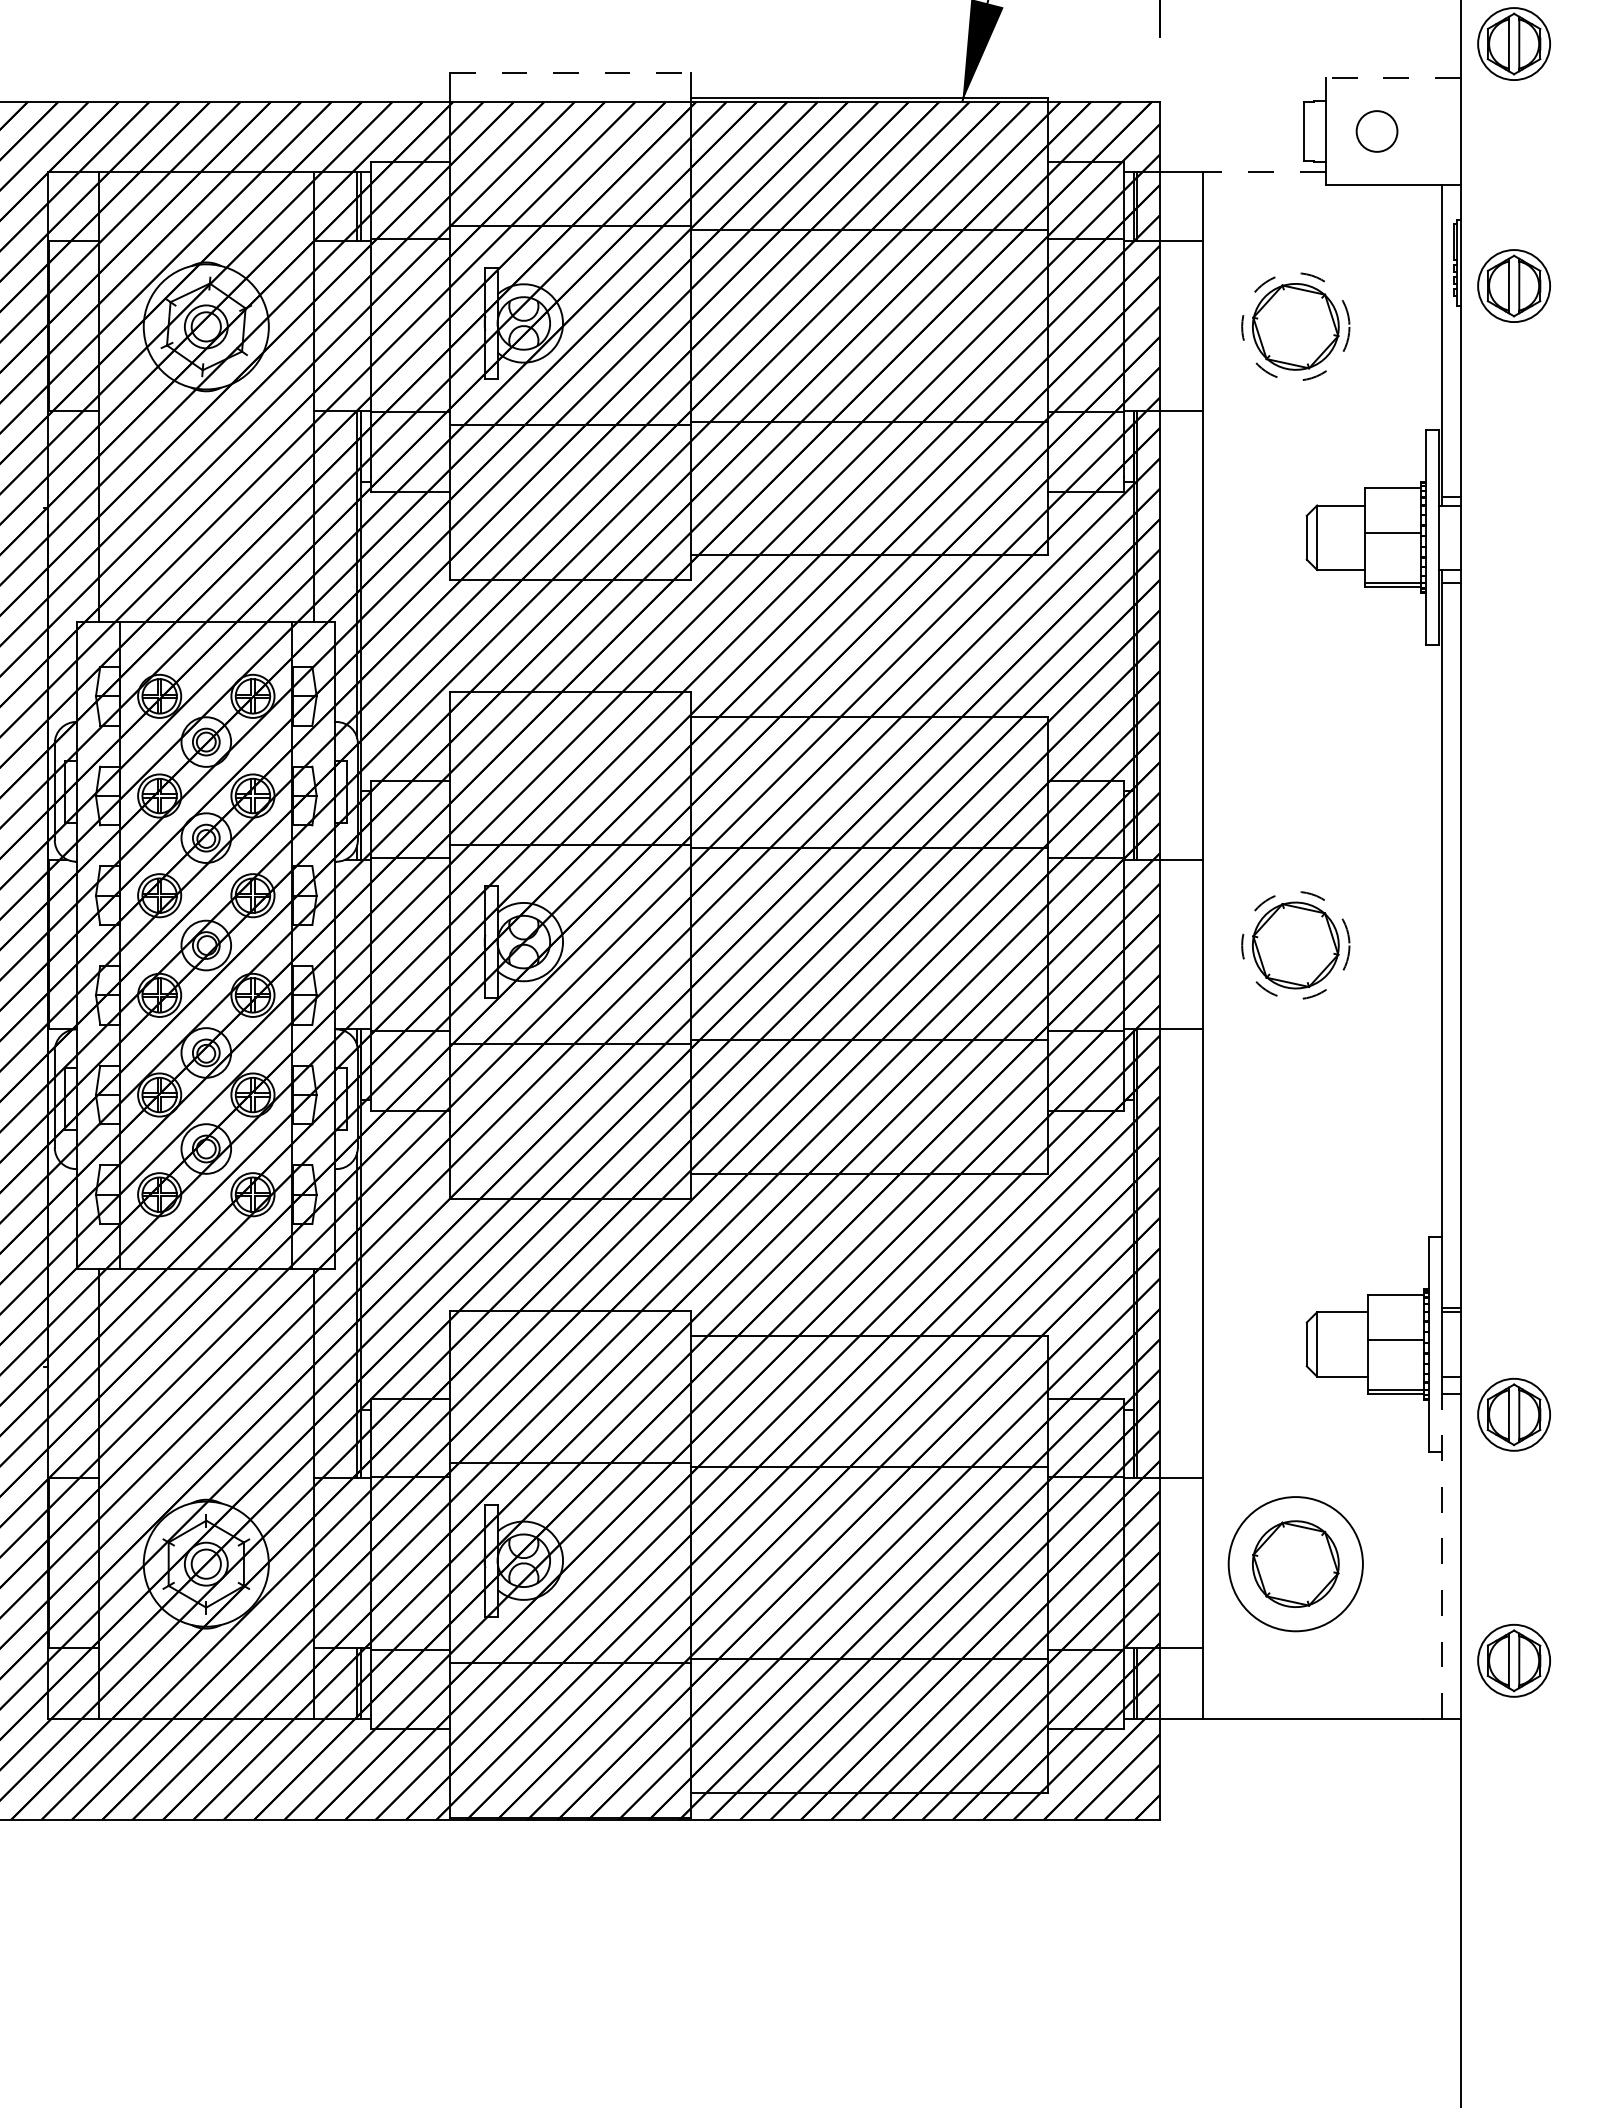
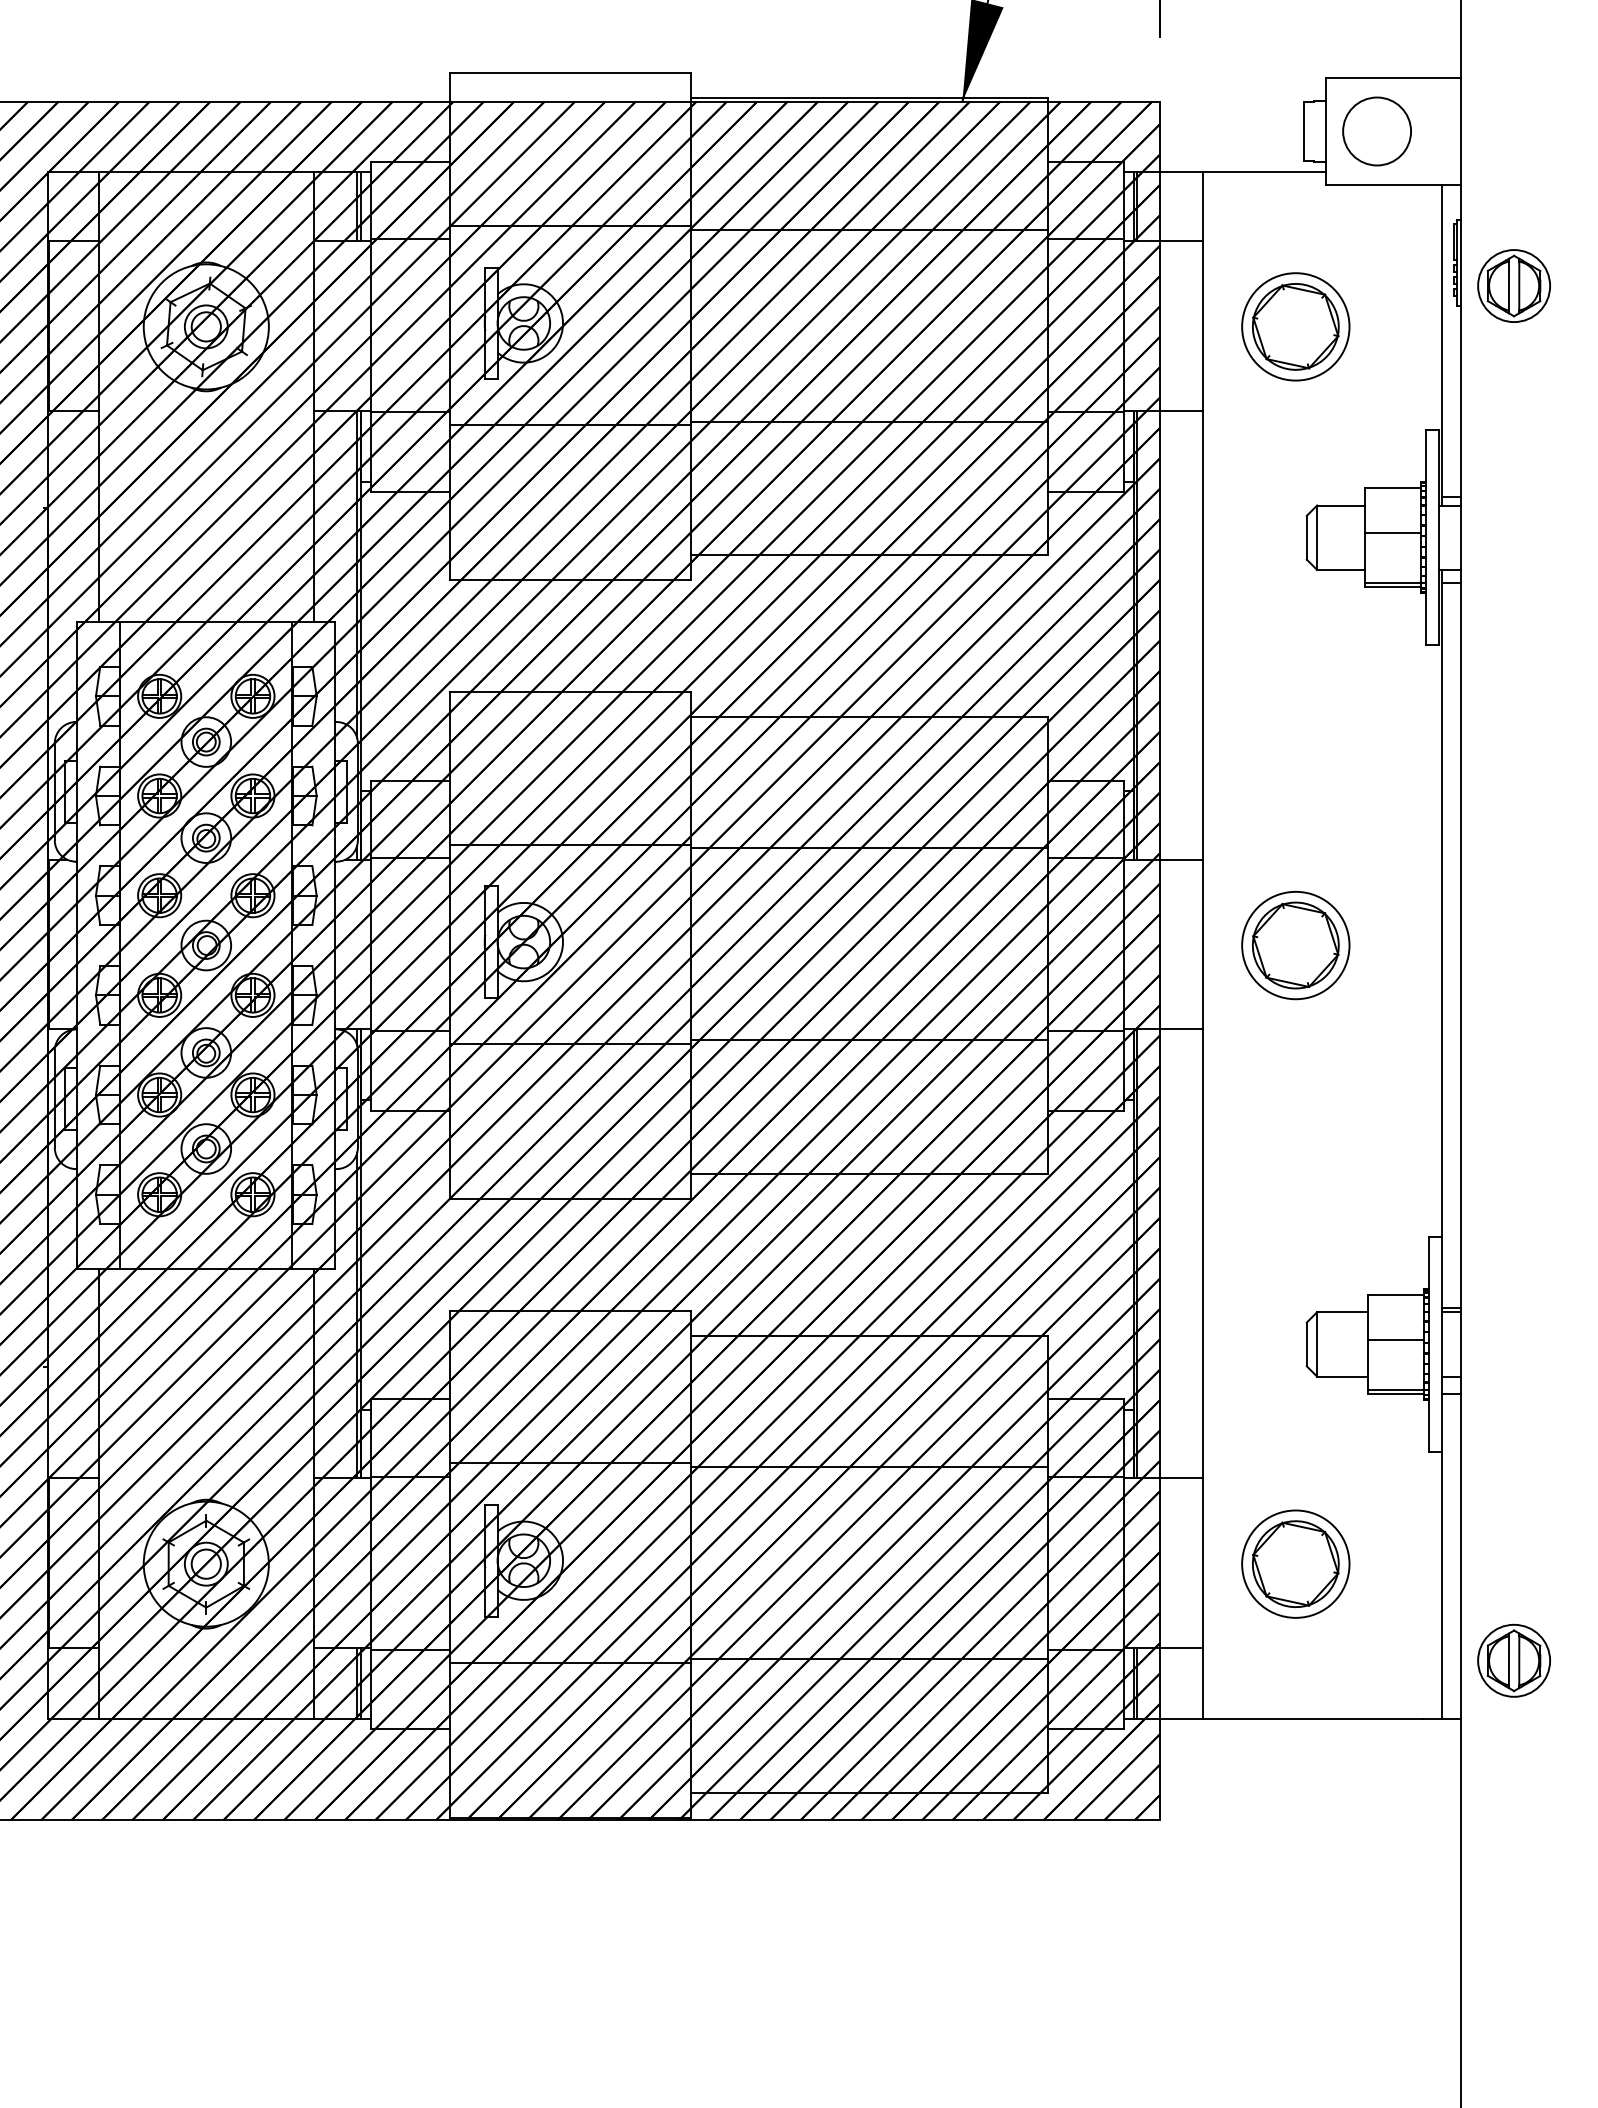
part at (1513, 43): present -> none
line at (570, 73): dashed -> solid
line at (1393, 77): dashed -> solid
circle at (1376, 131) size: 44x43 px -> 70x71 px
line at (1263, 172): dashed -> solid
circle at (1295, 326): dashed -> solid
circle at (1295, 945): dashed -> solid
part at (1513, 1414): present -> none
line at (1441, 1555): dashed -> solid
circle at (1295, 1564) diameter: 134 px -> 107 px
